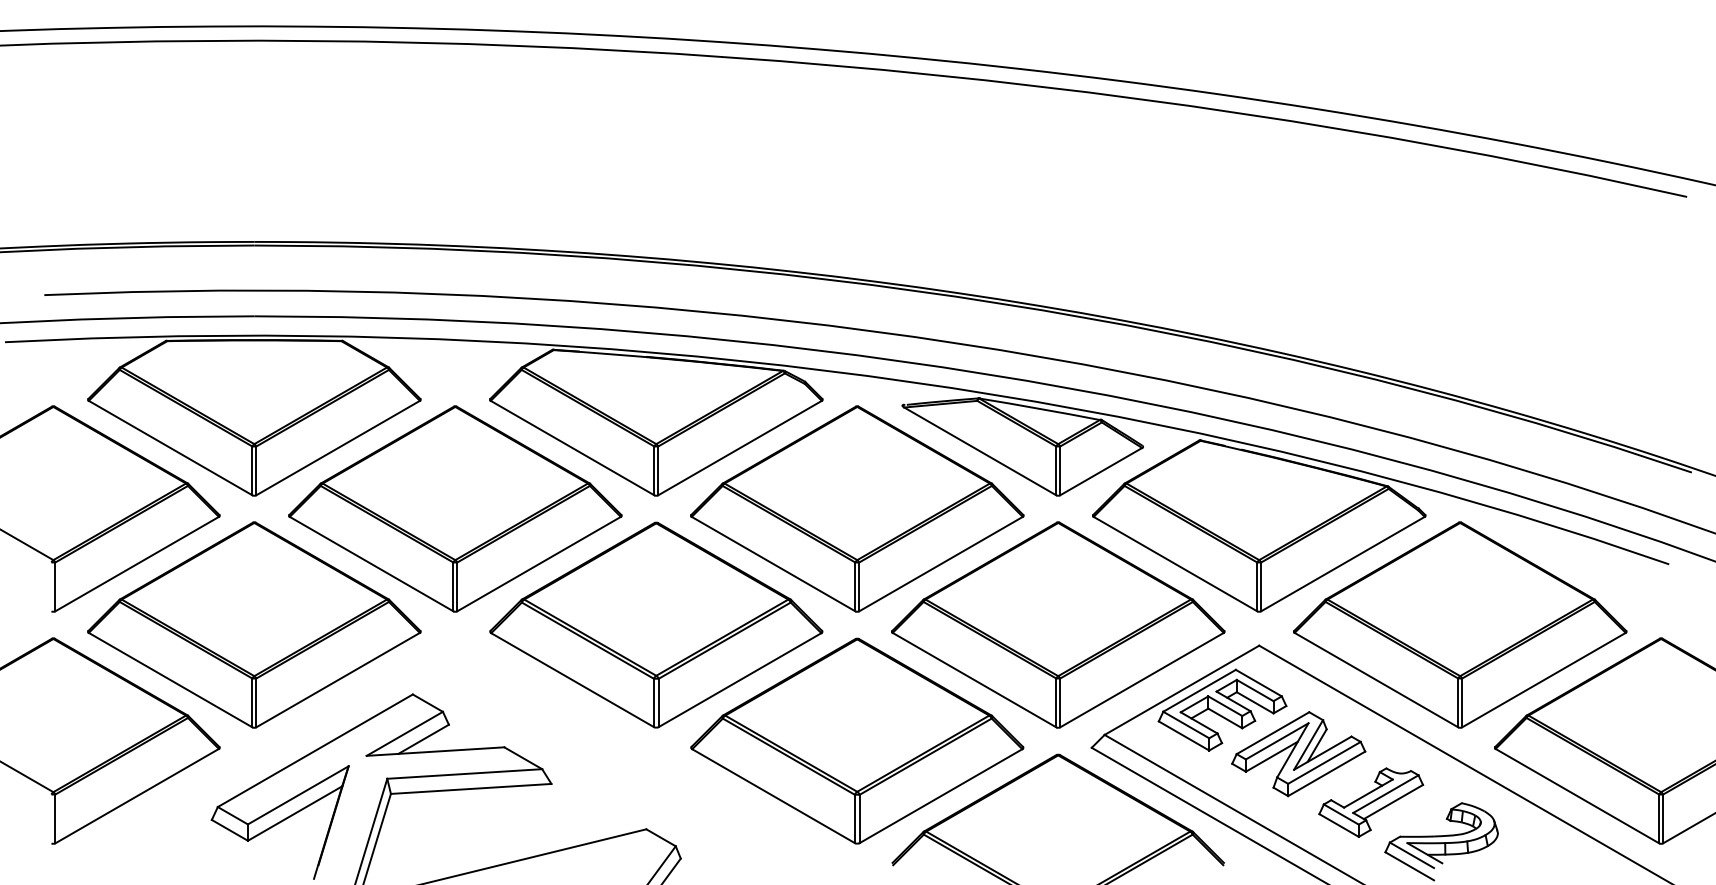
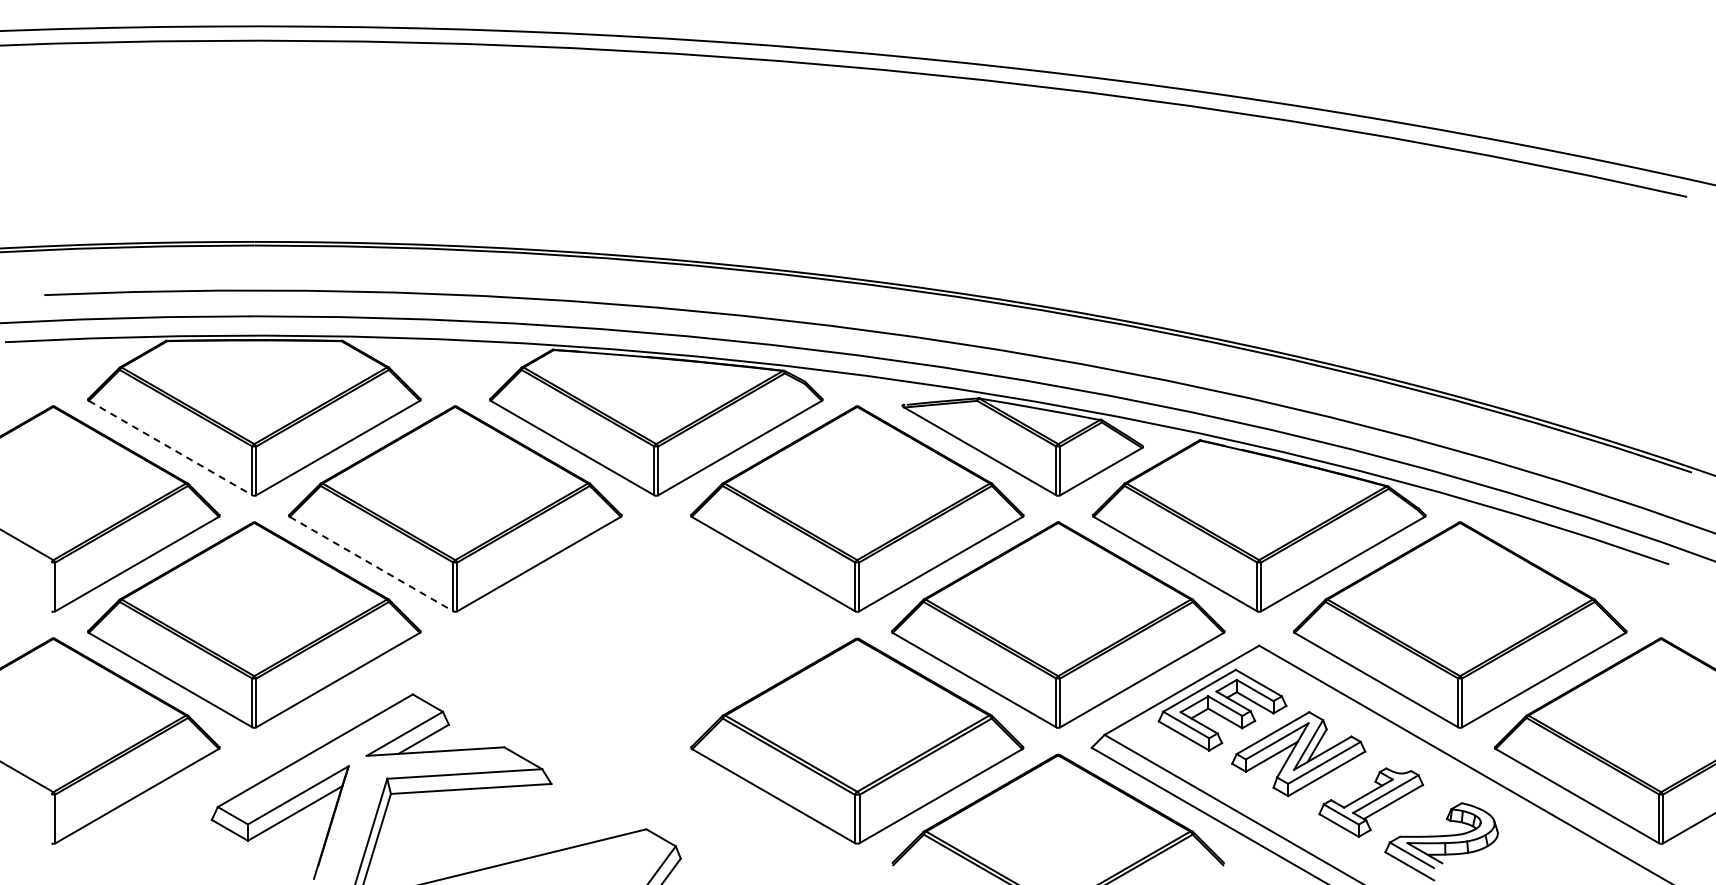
line at (171, 448): solid -> dashed
line at (372, 564): solid -> dashed
part at (656, 624): present -> none
